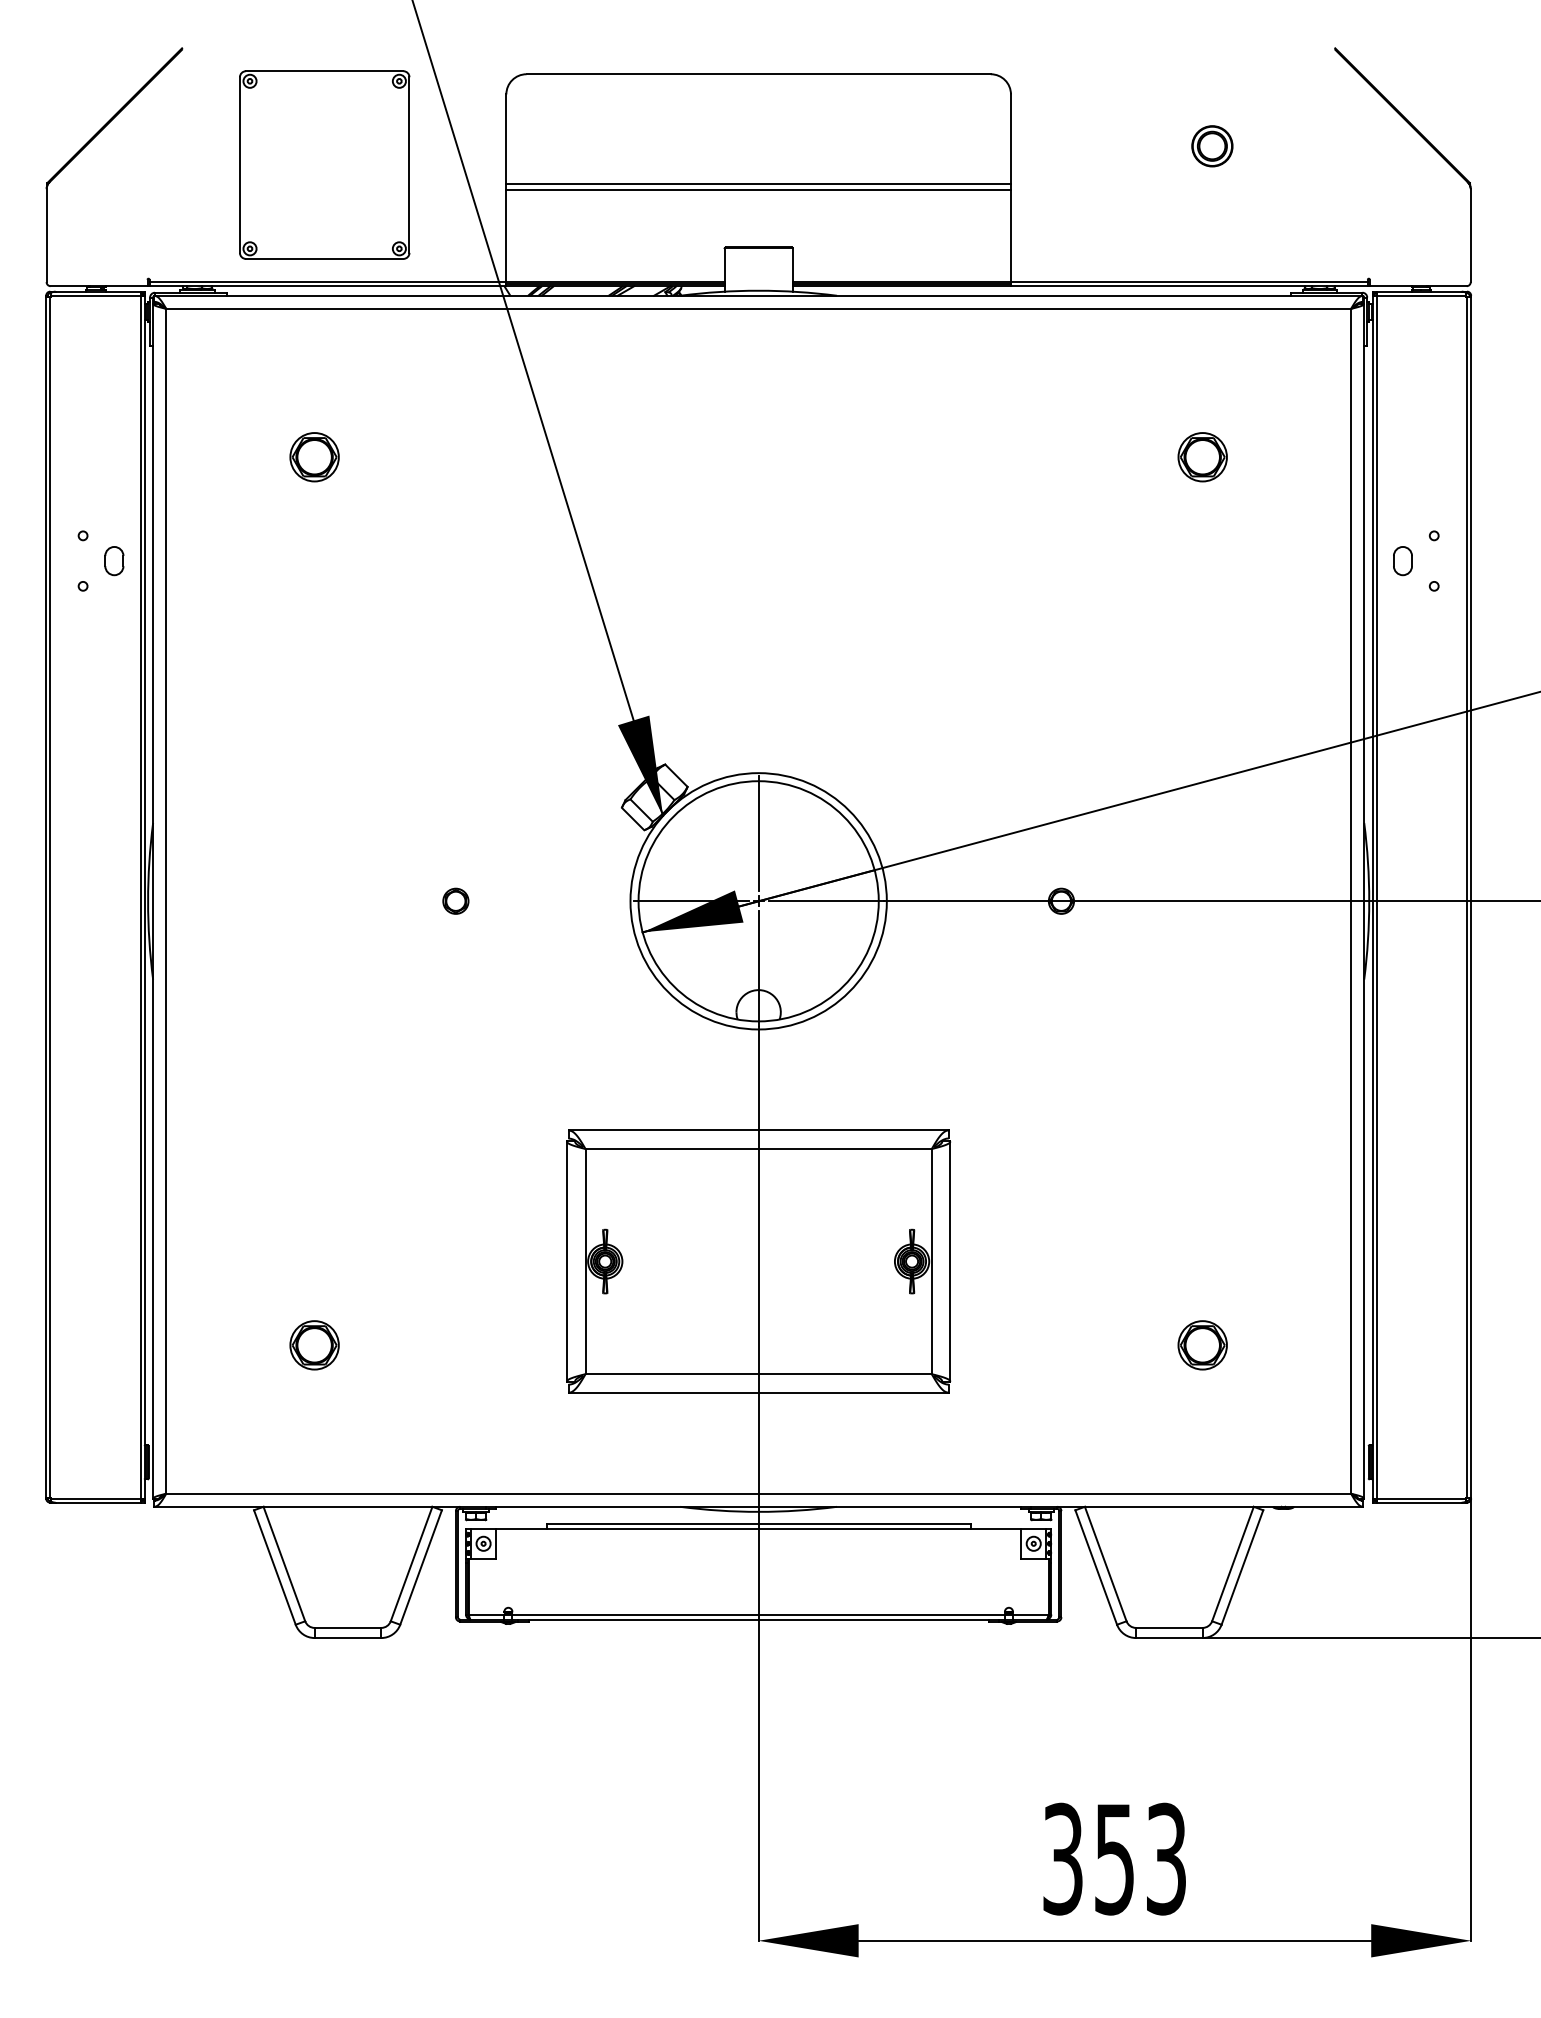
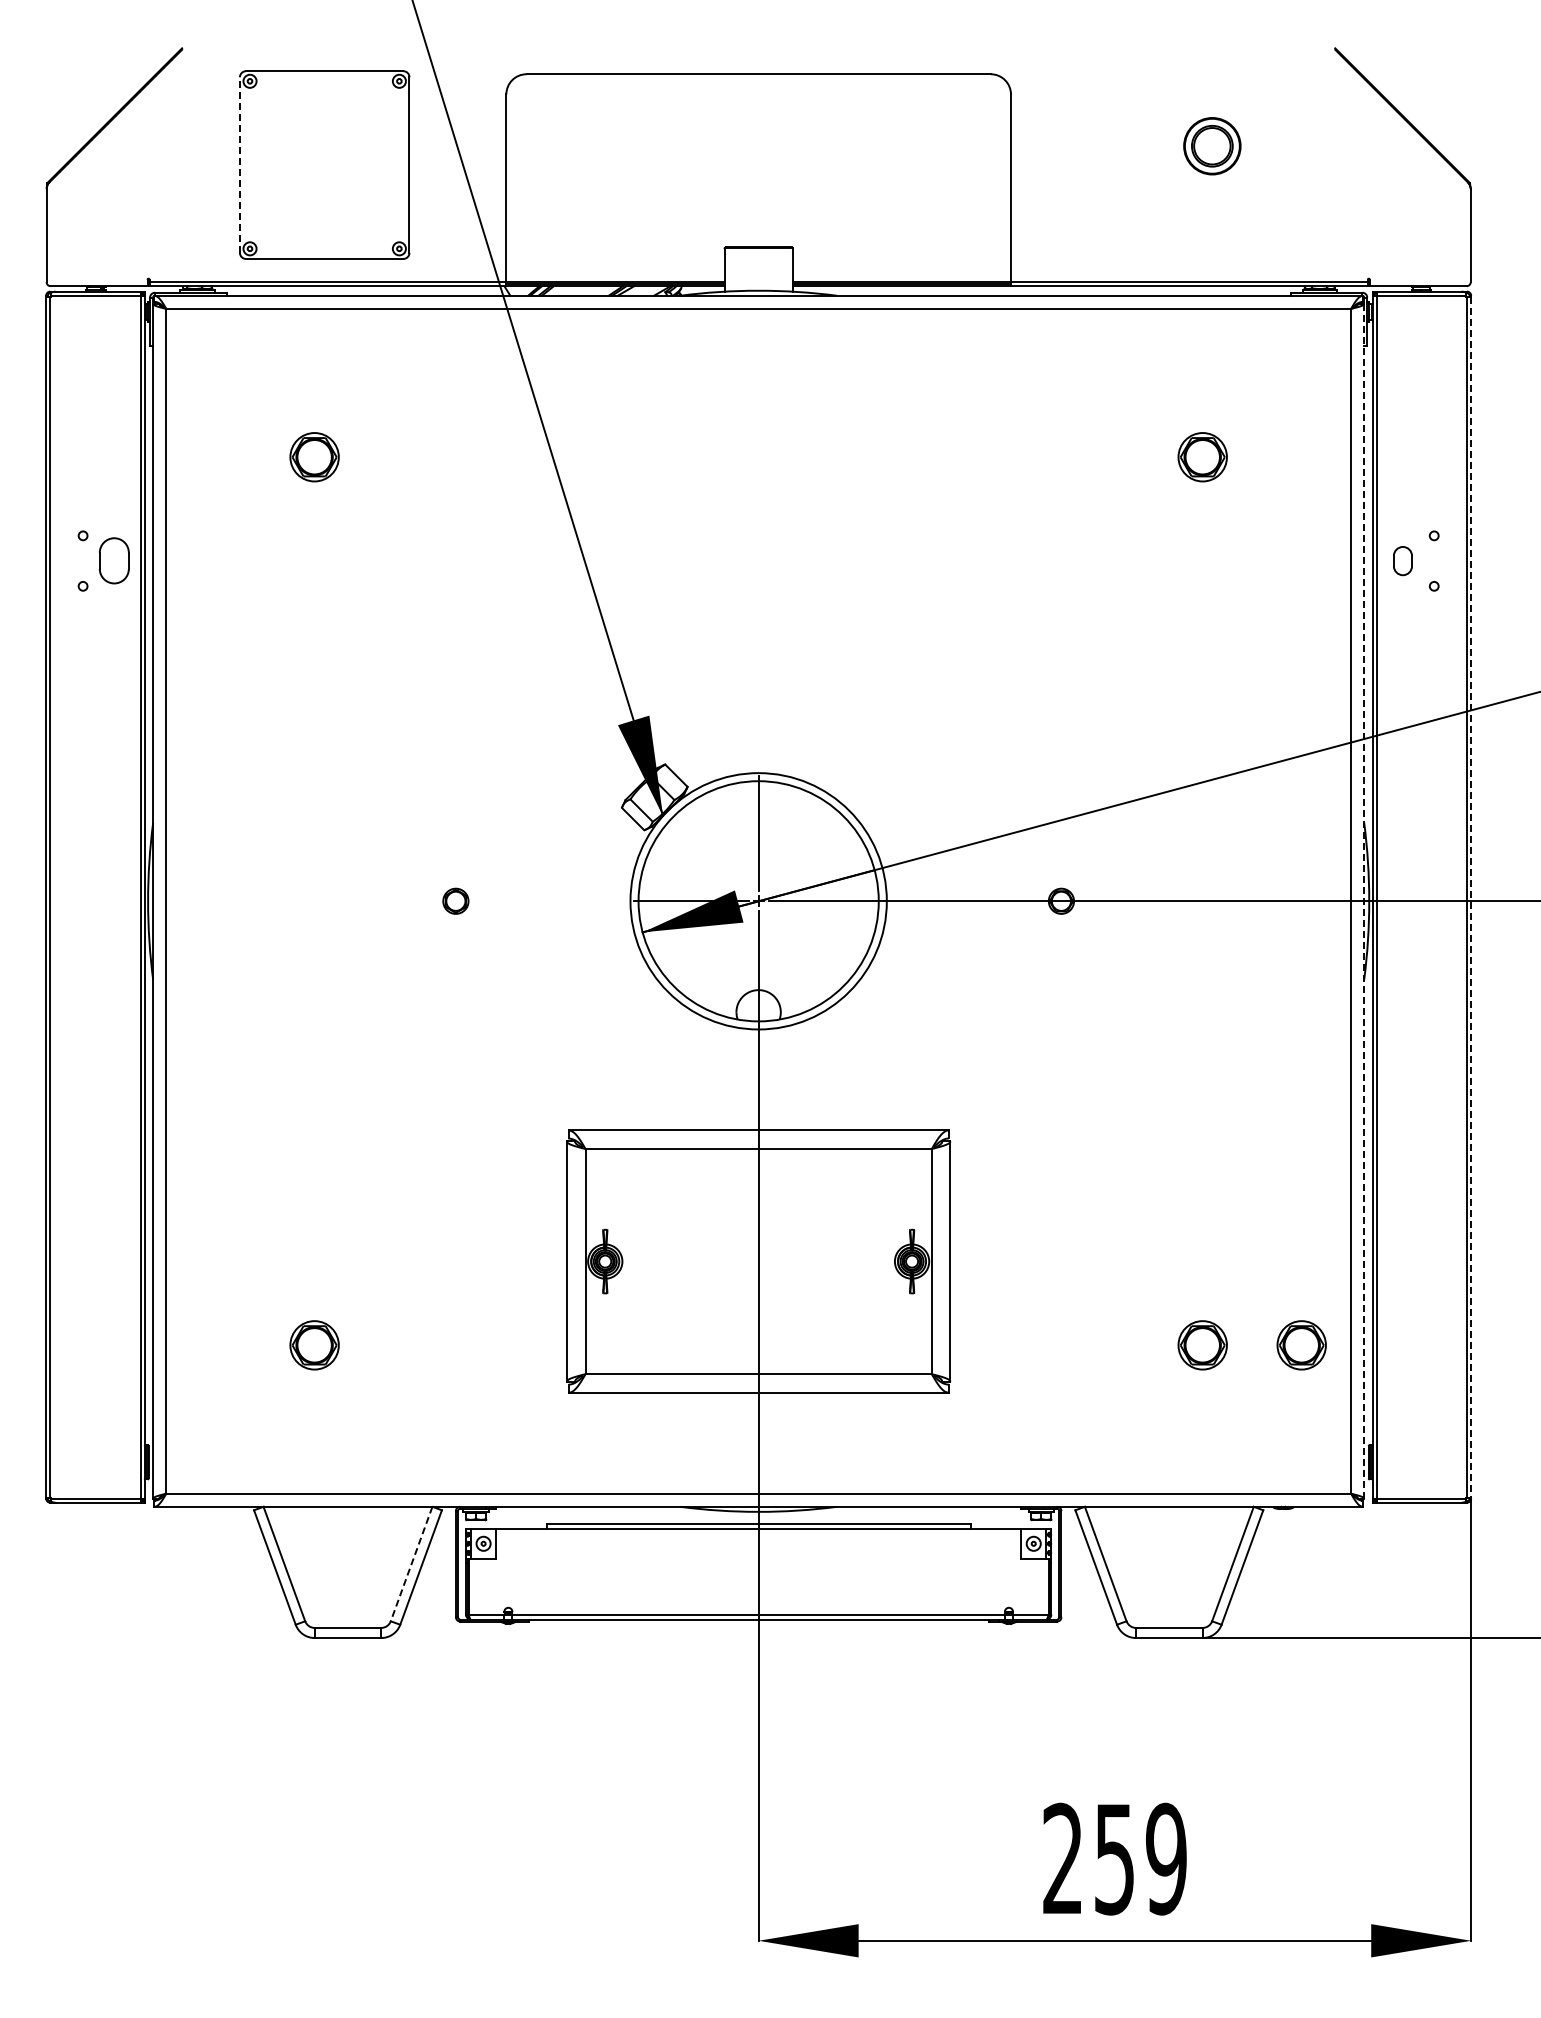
part at (1212, 146) size: 43x43 px -> 59x59 px
line at (239, 165): solid -> dashed
line at (758, 184): present -> none
line at (758, 189): present -> none
part at (114, 561) size: 21x31 px -> 32x48 px
line at (1471, 897): solid -> dashed
line at (1364, 900): solid -> dashed
part at (1301, 1345): none -> present
line at (411, 1564): solid -> dashed
text at (1114, 1858): 353 -> 259
